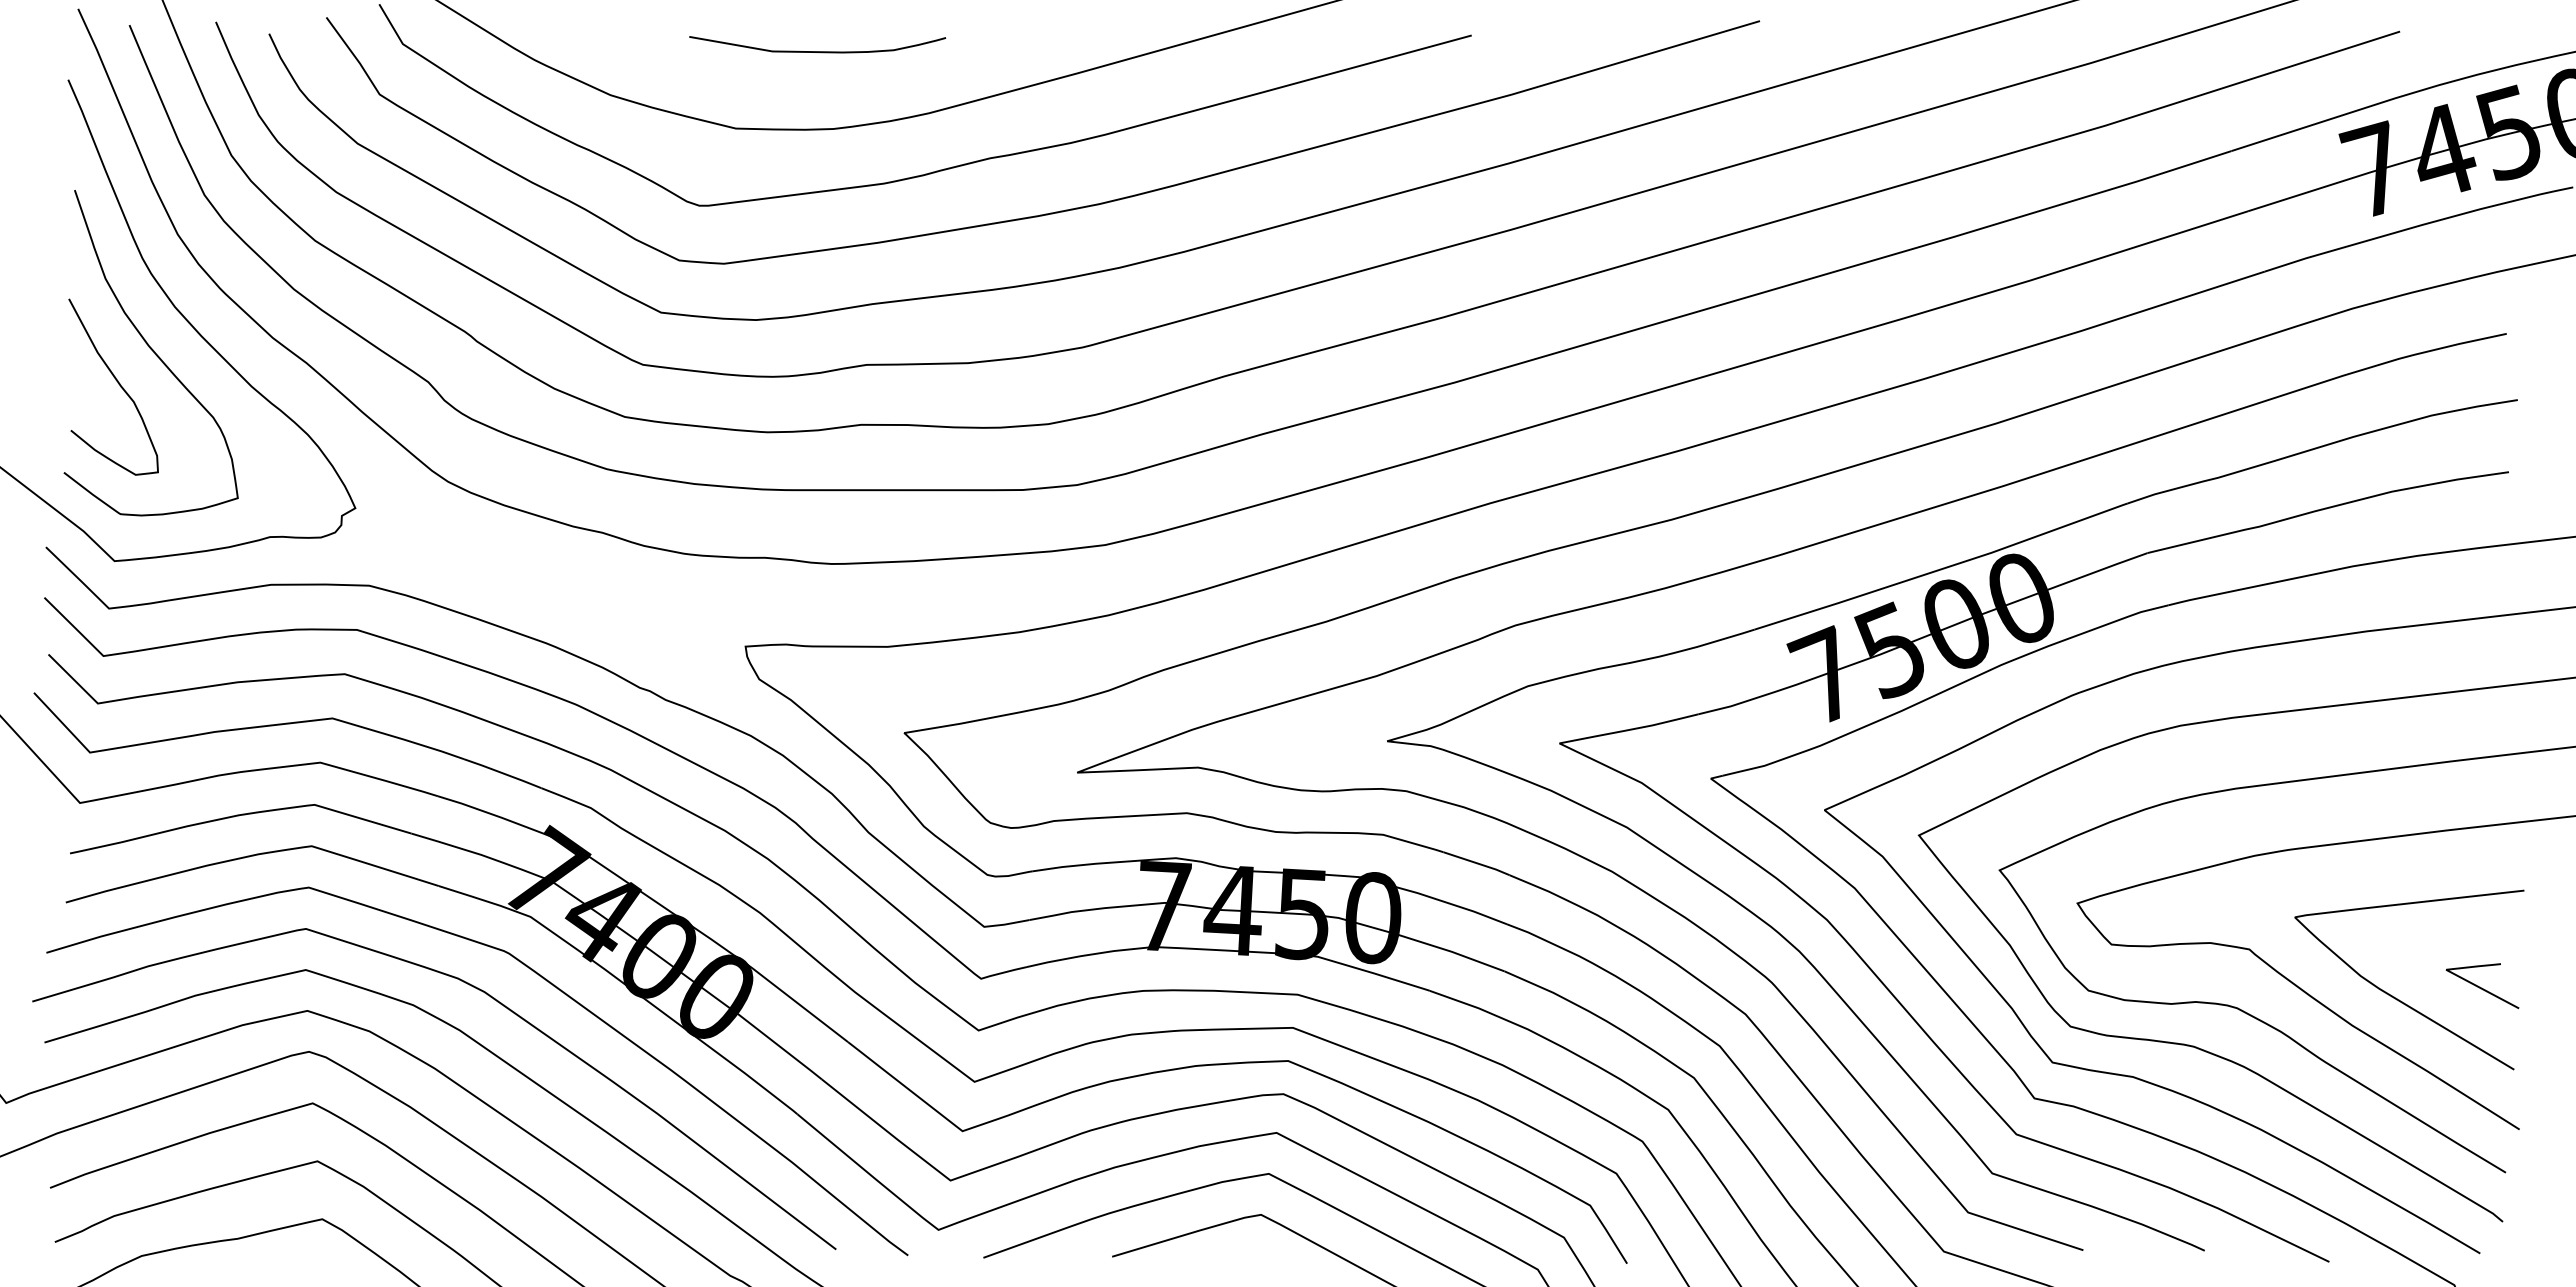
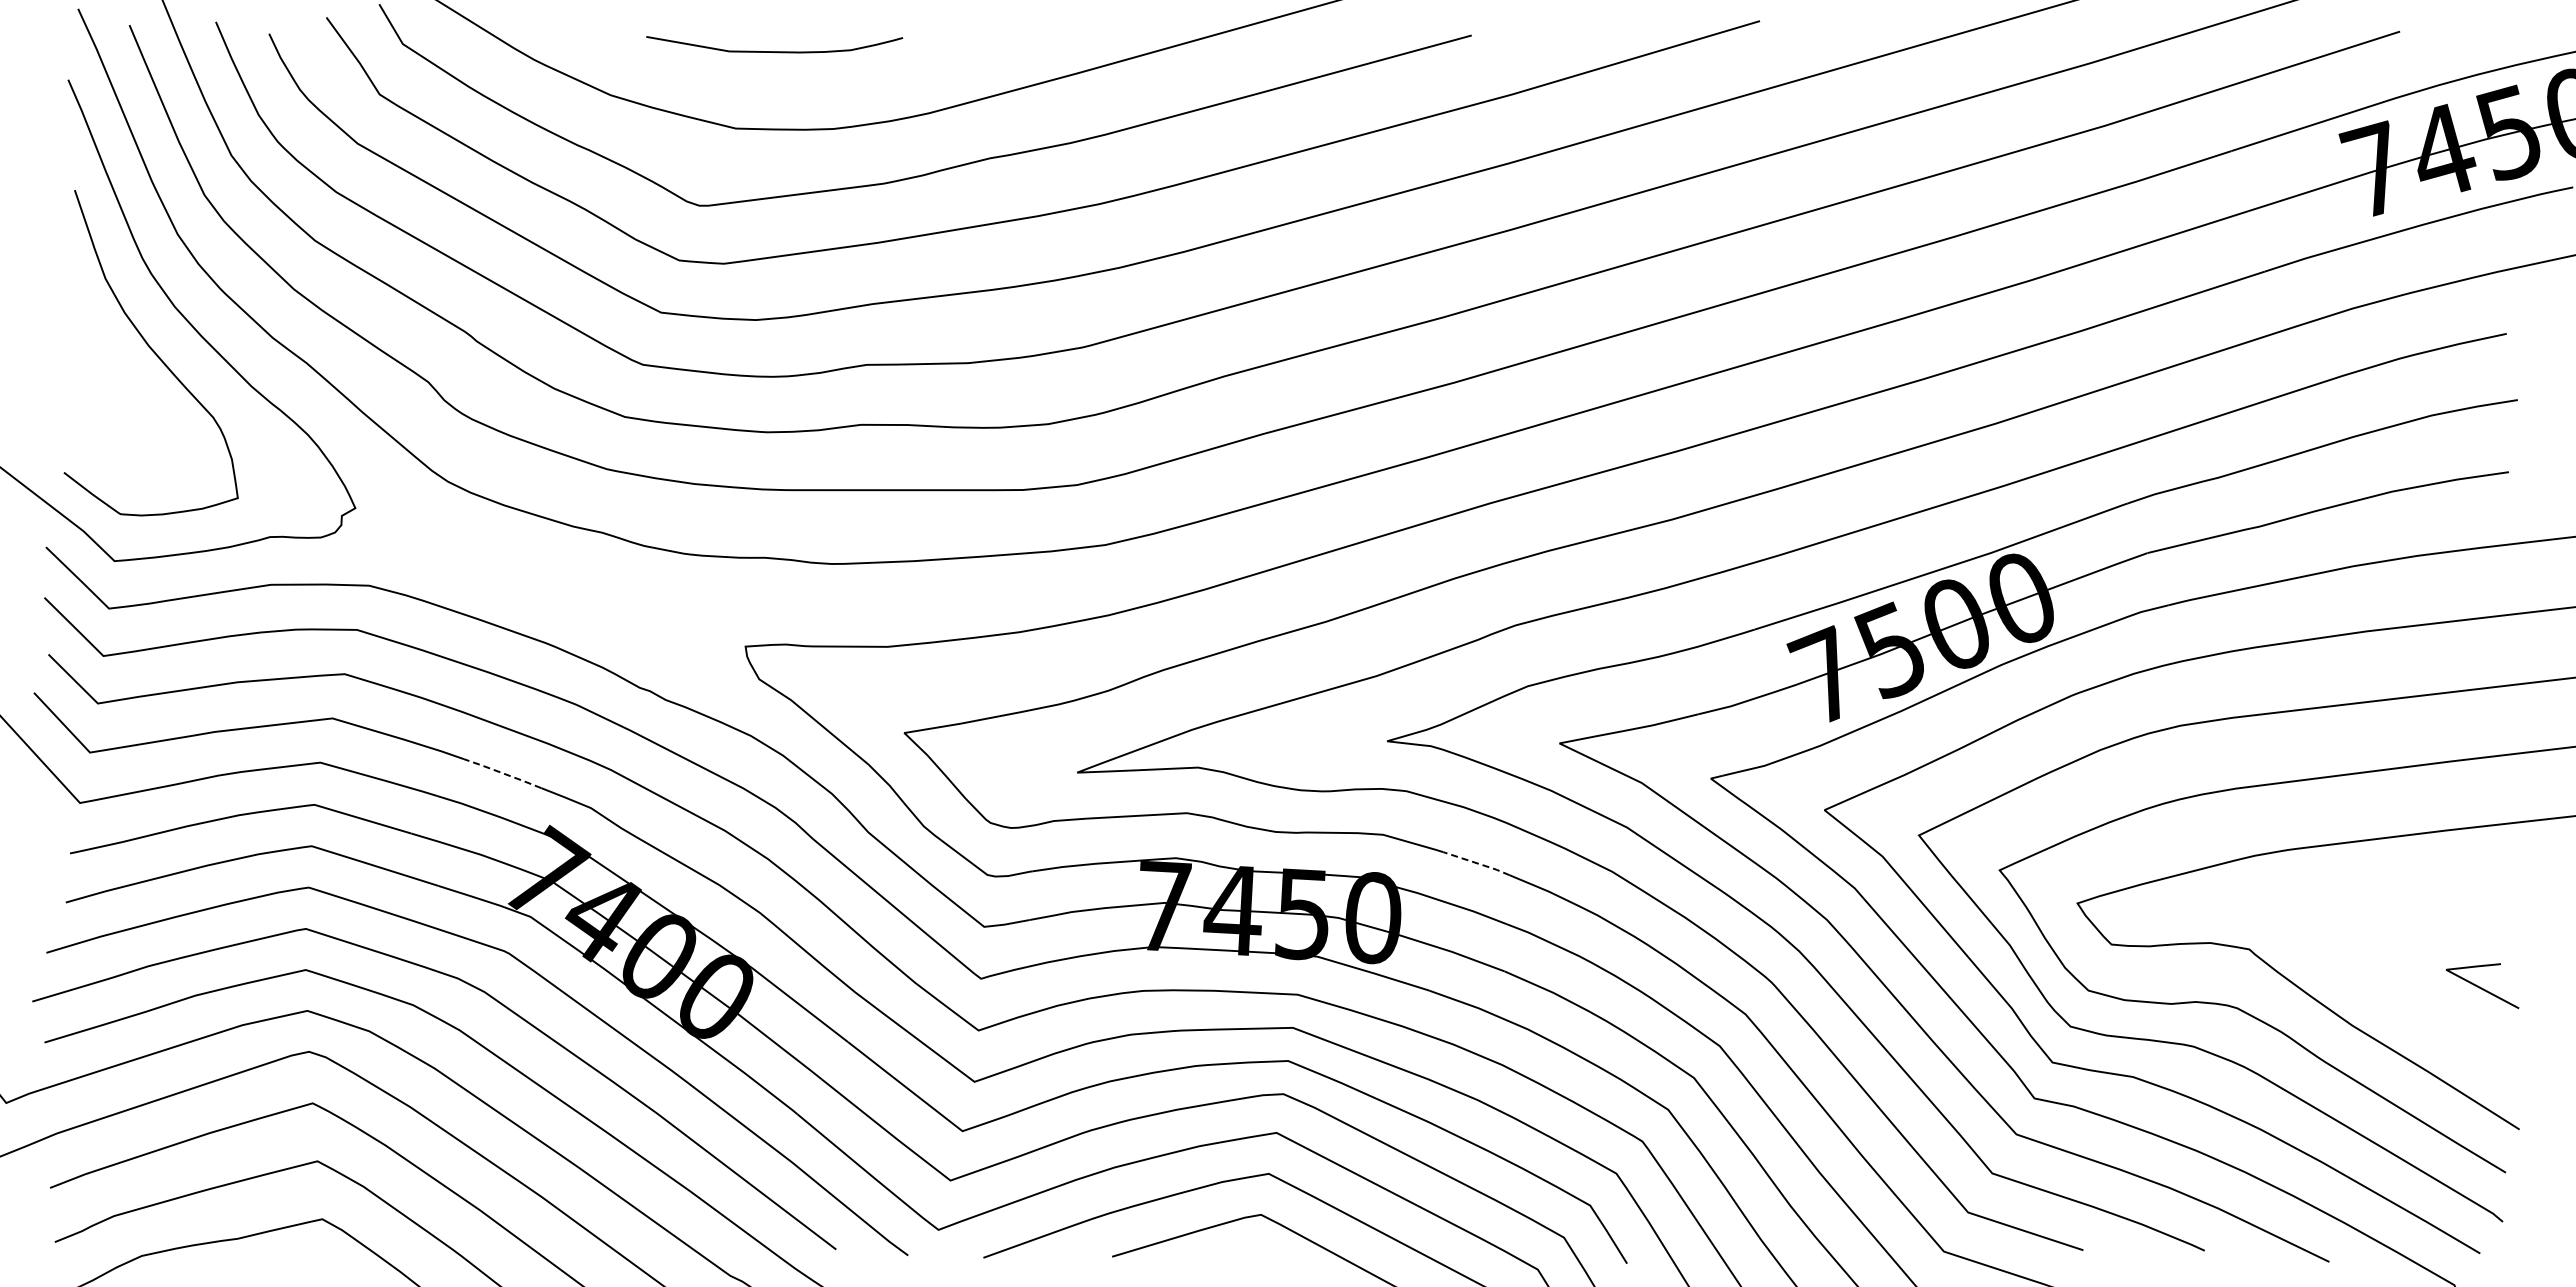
curve at (817, 51) position: (817, 51) -> (774, 51)
curve at (118, 384): present -> none
line at (502, 773): solid -> dashed
line at (1476, 863): solid -> dashed
curve at (2399, 999): present -> none
